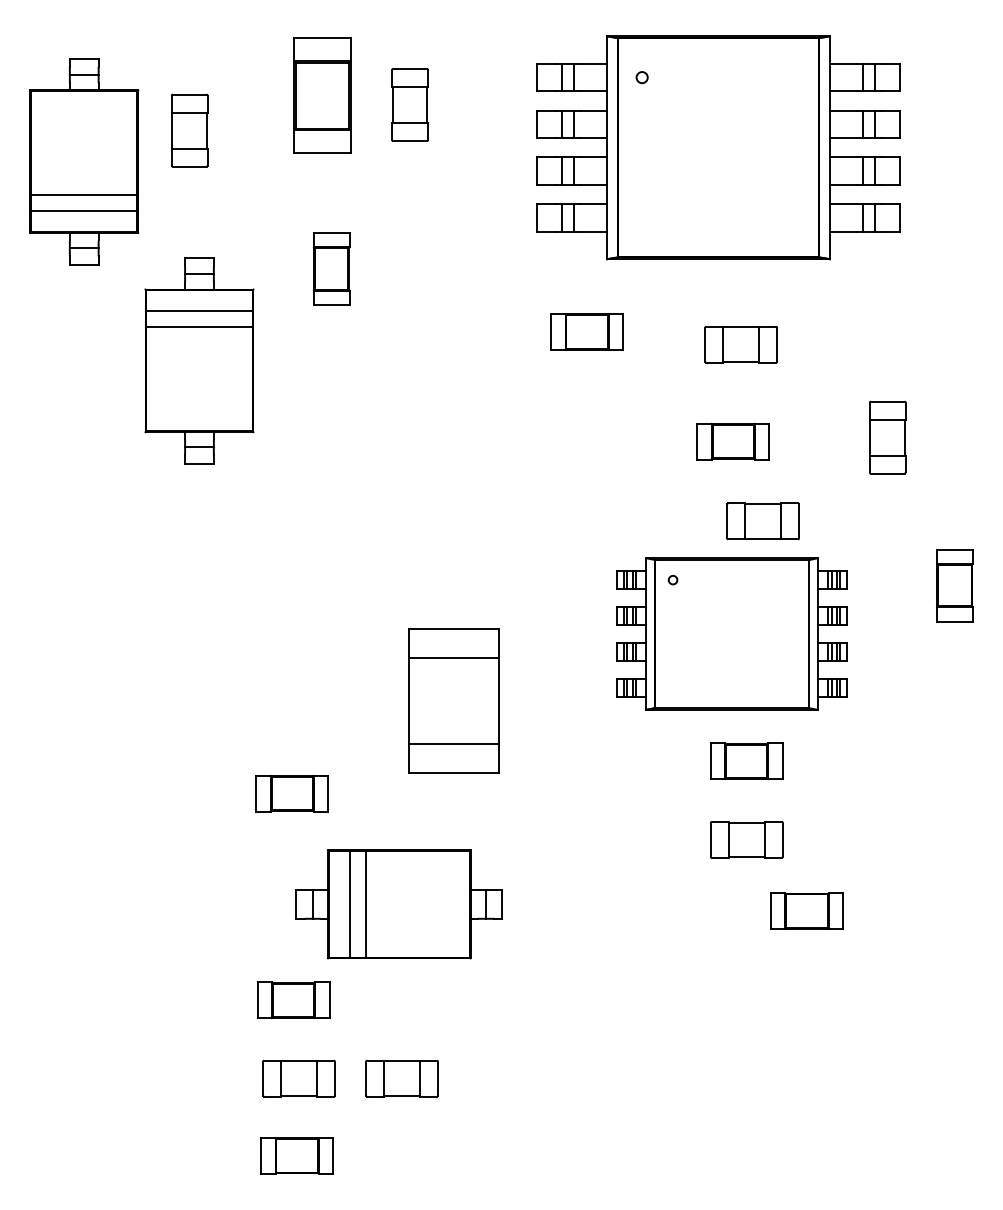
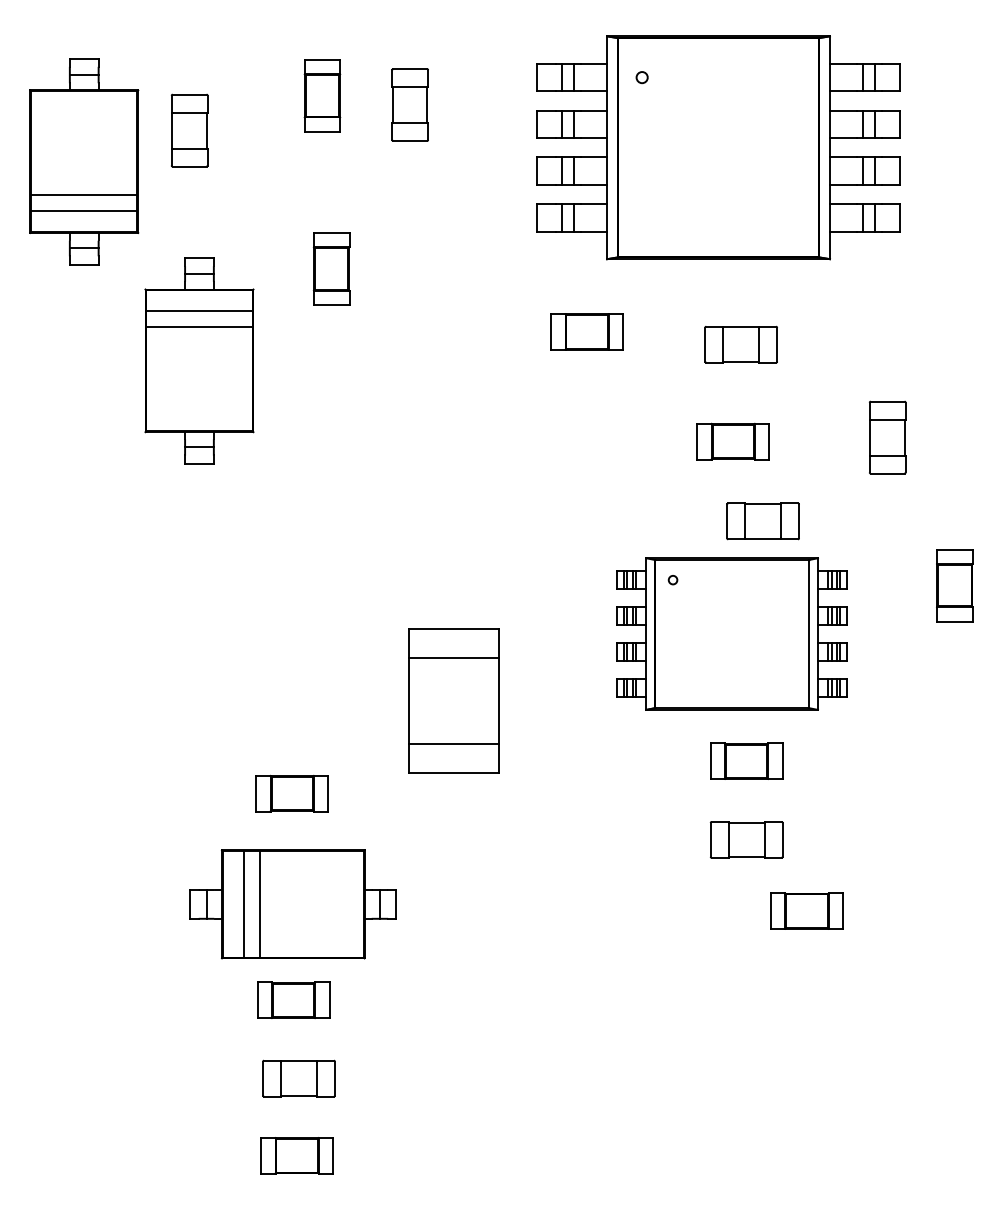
part at (322, 95) size: 59x117 px -> 39x74 px
part at (398, 904) position: (398, 904) -> (292, 904)
part at (401, 1078): present -> none
